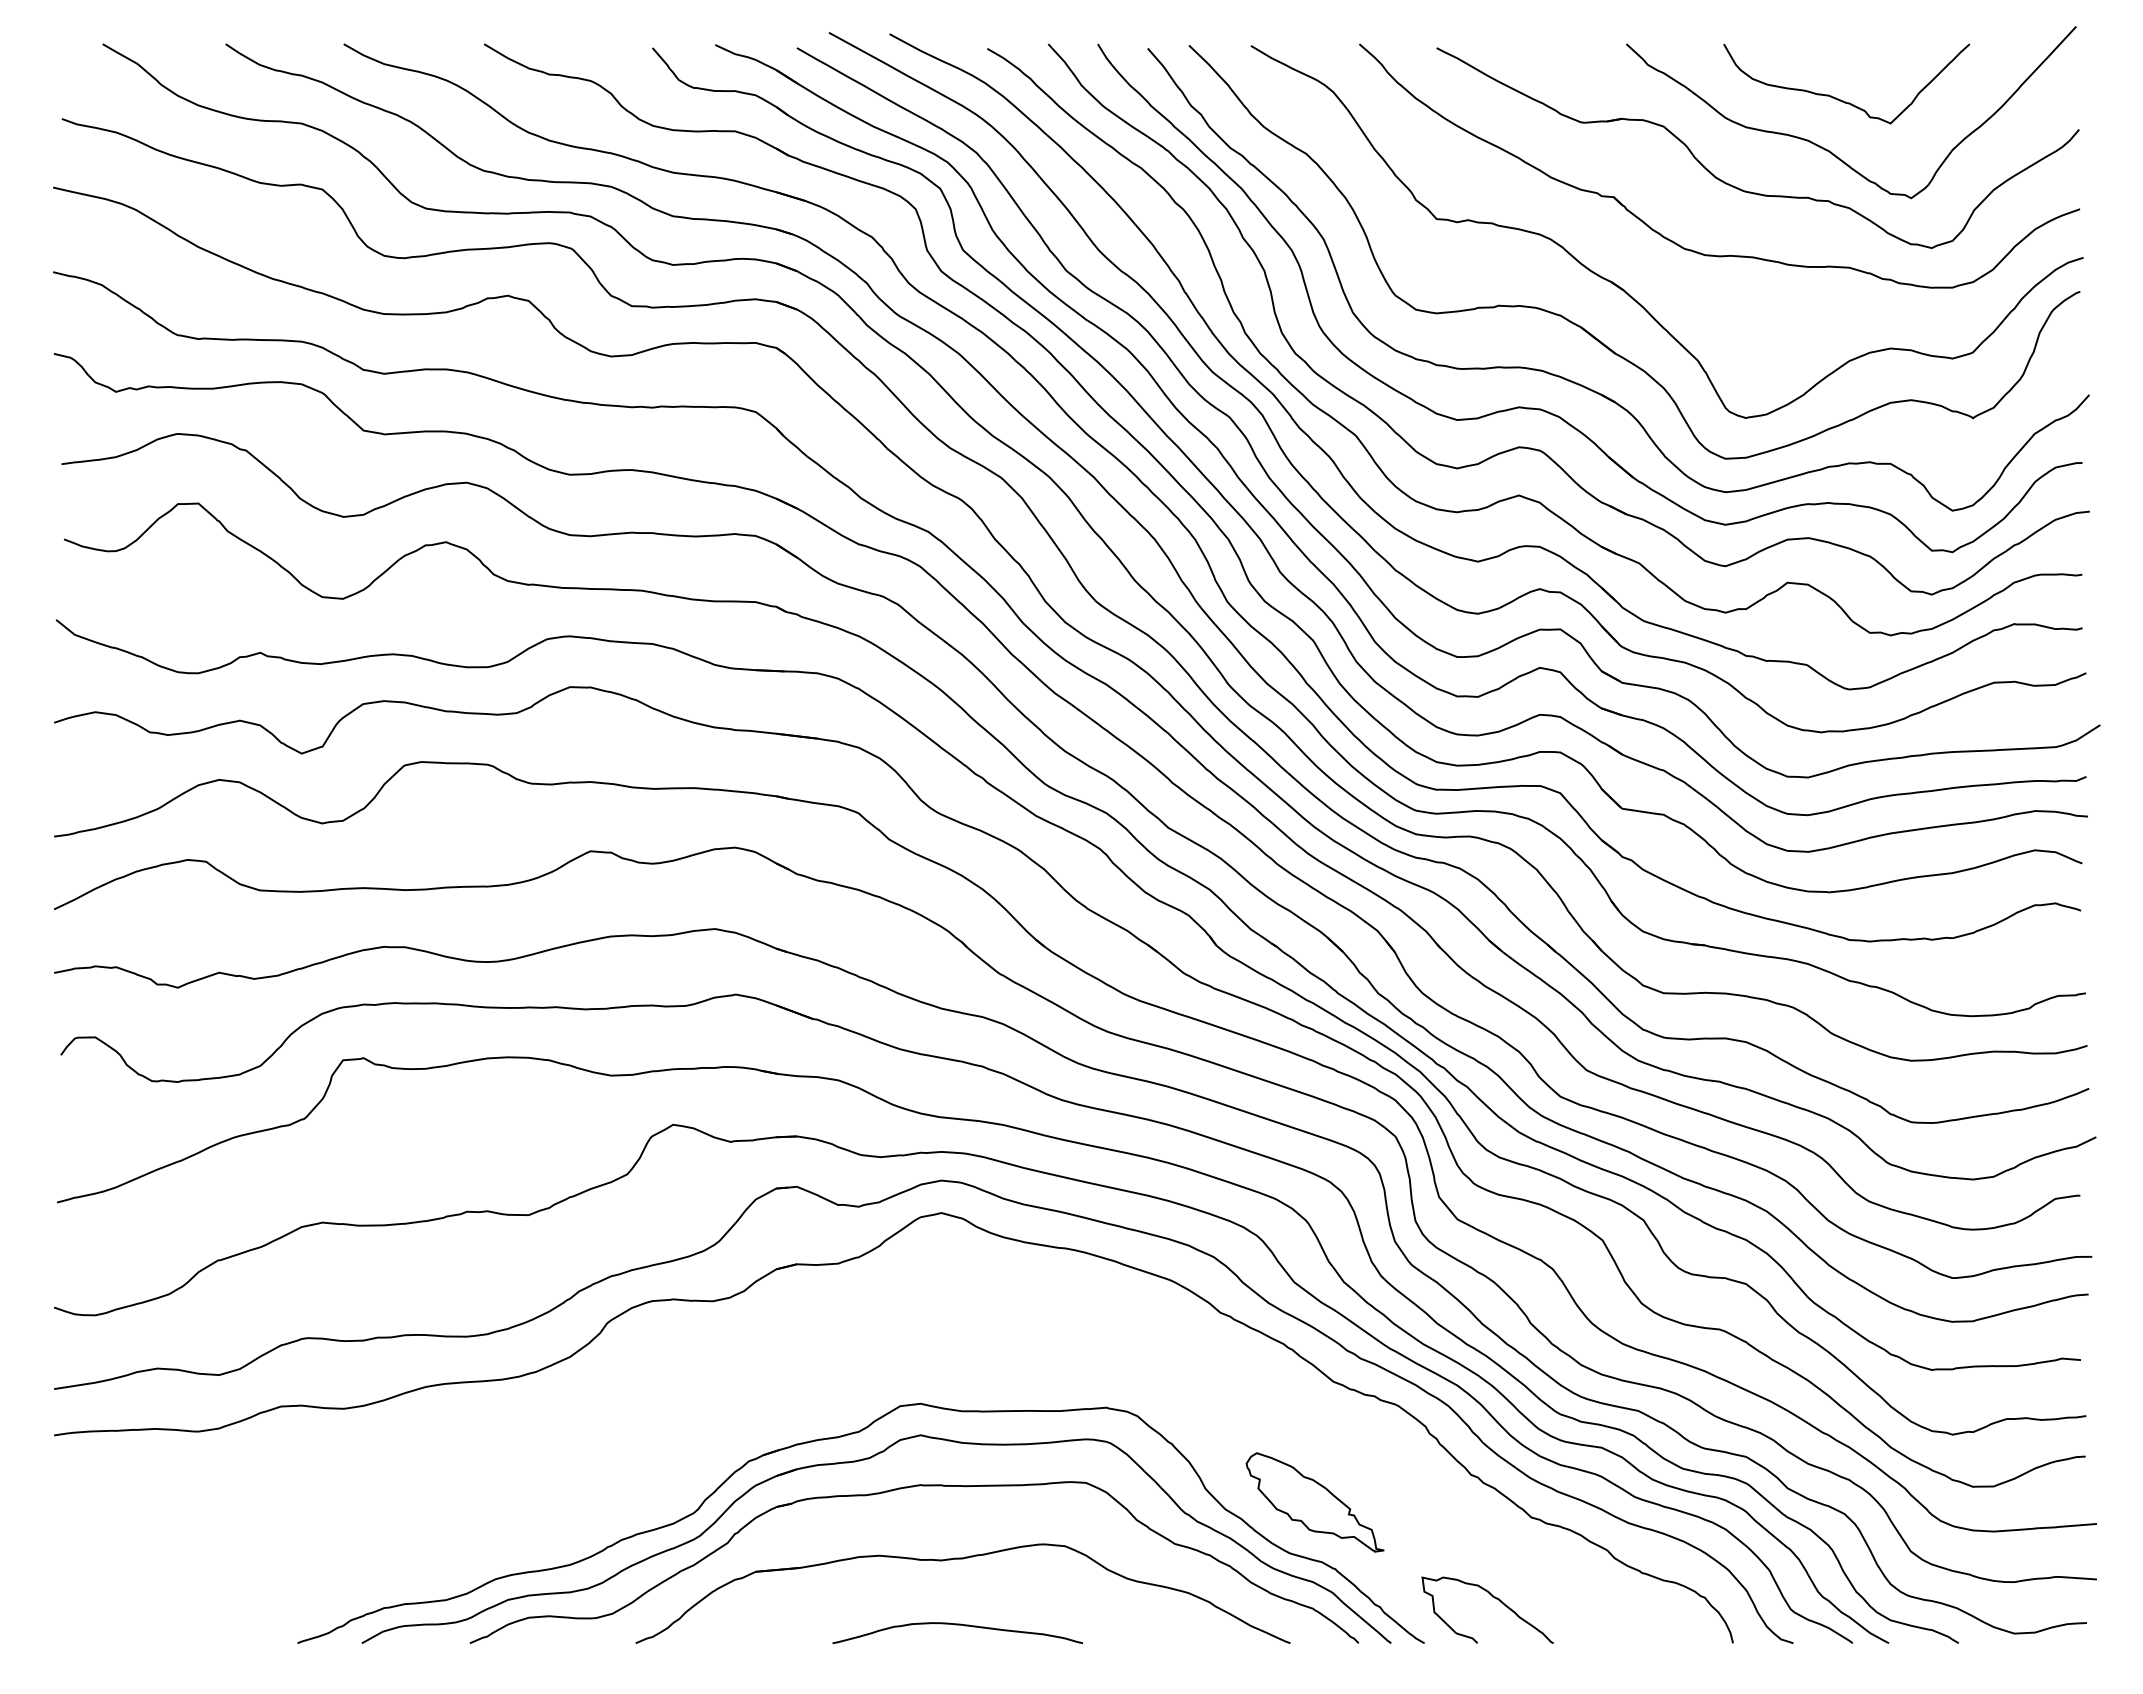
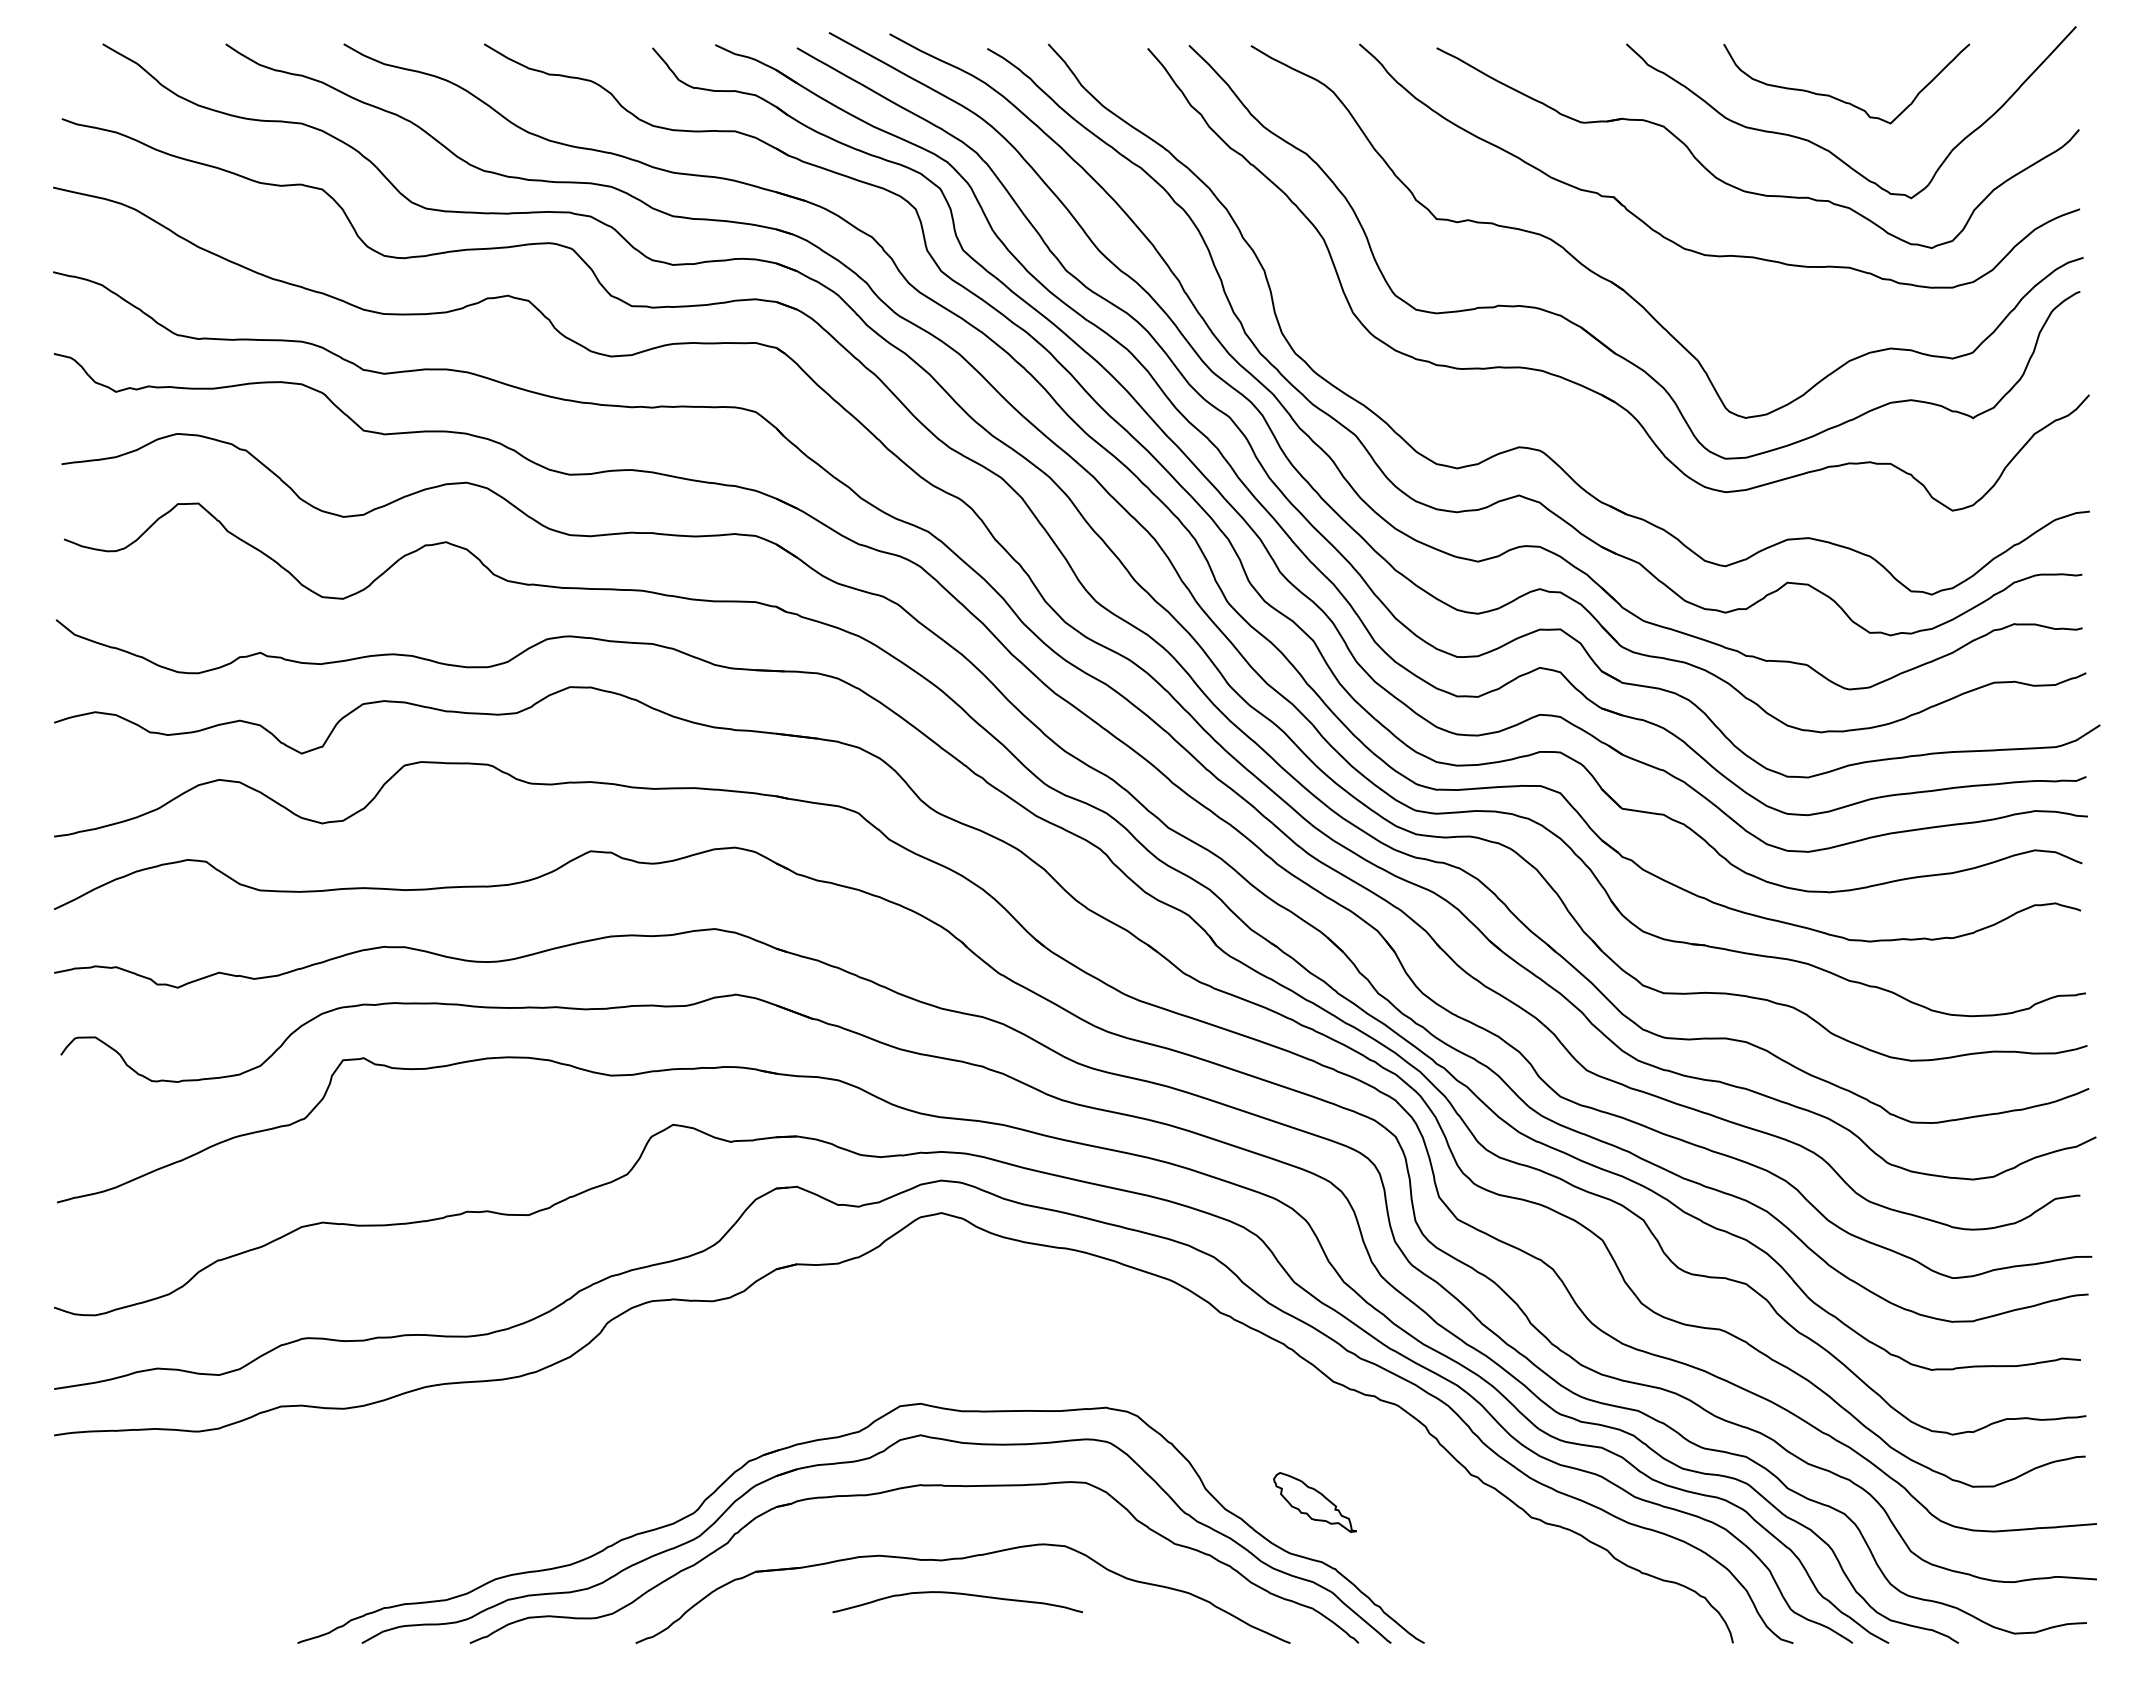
part at (1546, 410): present -> none
part at (1314, 1502) size: 140x101 px -> 84x61 px
curve at (1492, 1597): present -> none
curve at (957, 1625) position: (957, 1625) -> (957, 1594)
